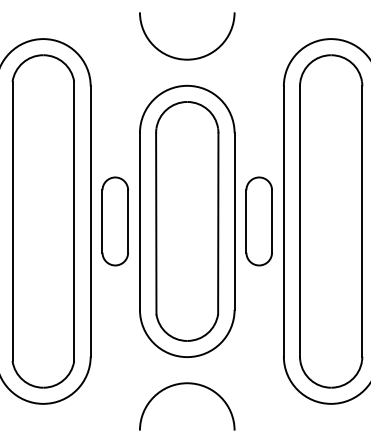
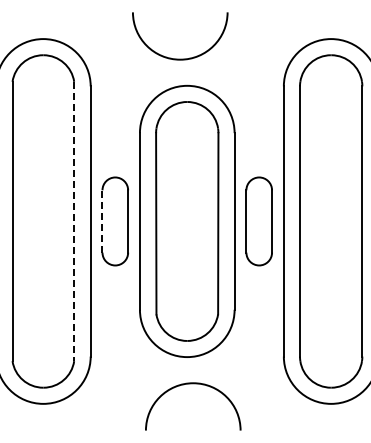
arc at (187, 58) position: (187, 58) -> (180, 58)
line at (102, 220): solid -> dashed
line at (74, 221): solid -> dashed
arc at (187, 384) position: (187, 384) -> (193, 384)
